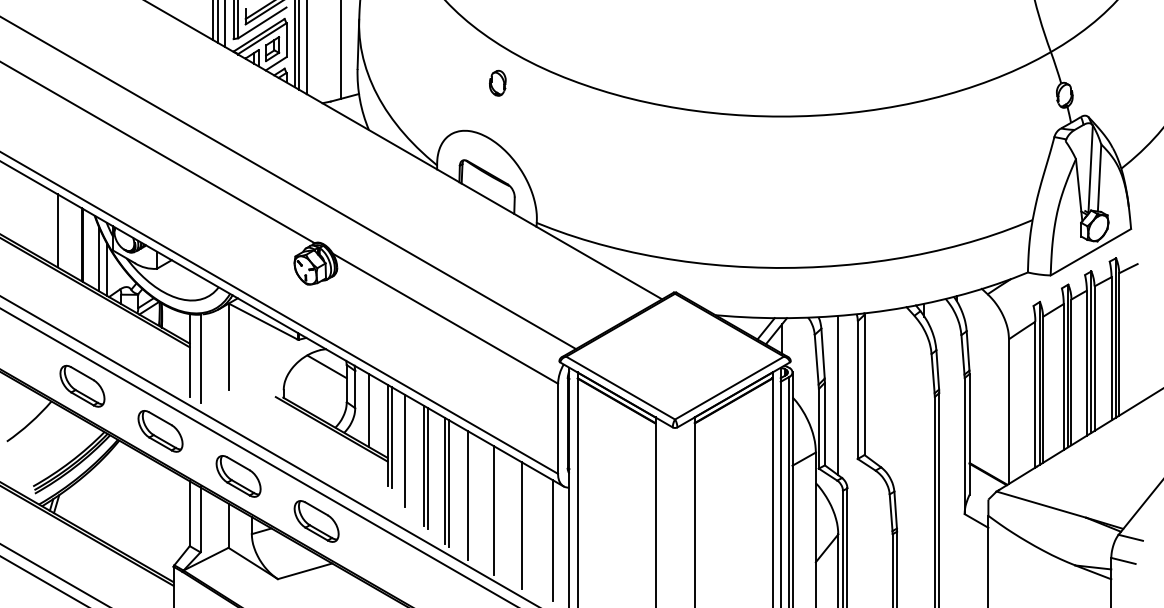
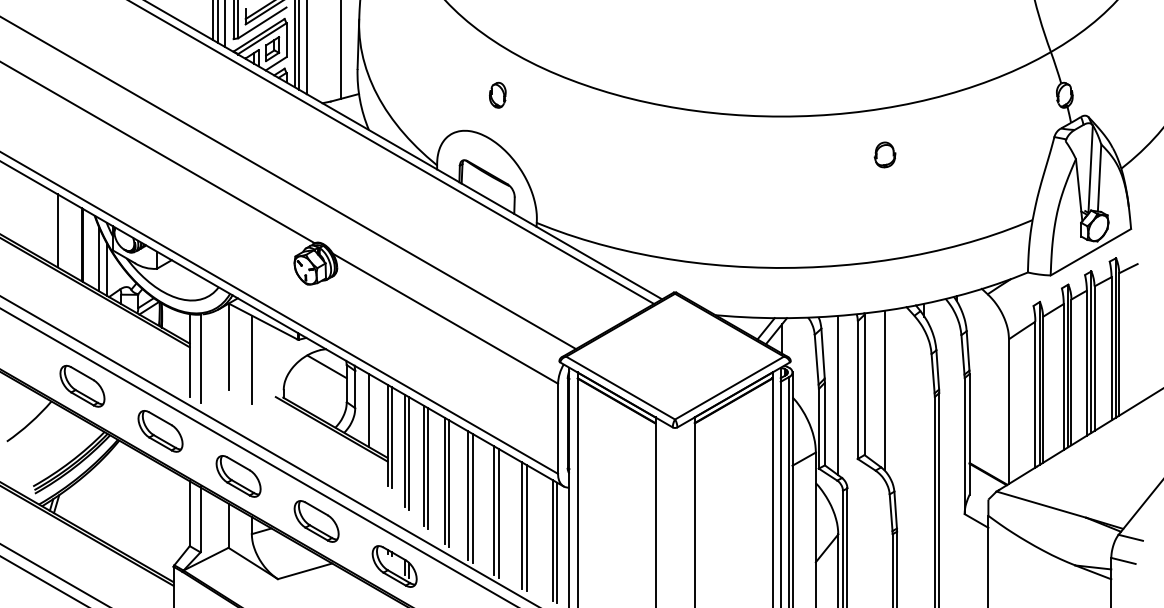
part at (497, 82) position: (497, 82) -> (497, 94)
line at (392, 152): none -> present
part at (884, 154): none -> present
line at (251, 359): none -> present
line at (884, 390): none -> present
line at (408, 453): none -> present
line at (472, 497): none -> present
line at (498, 512): none -> present
line at (526, 528): none -> present
line at (557, 542): none -> present
part at (394, 566): none -> present
